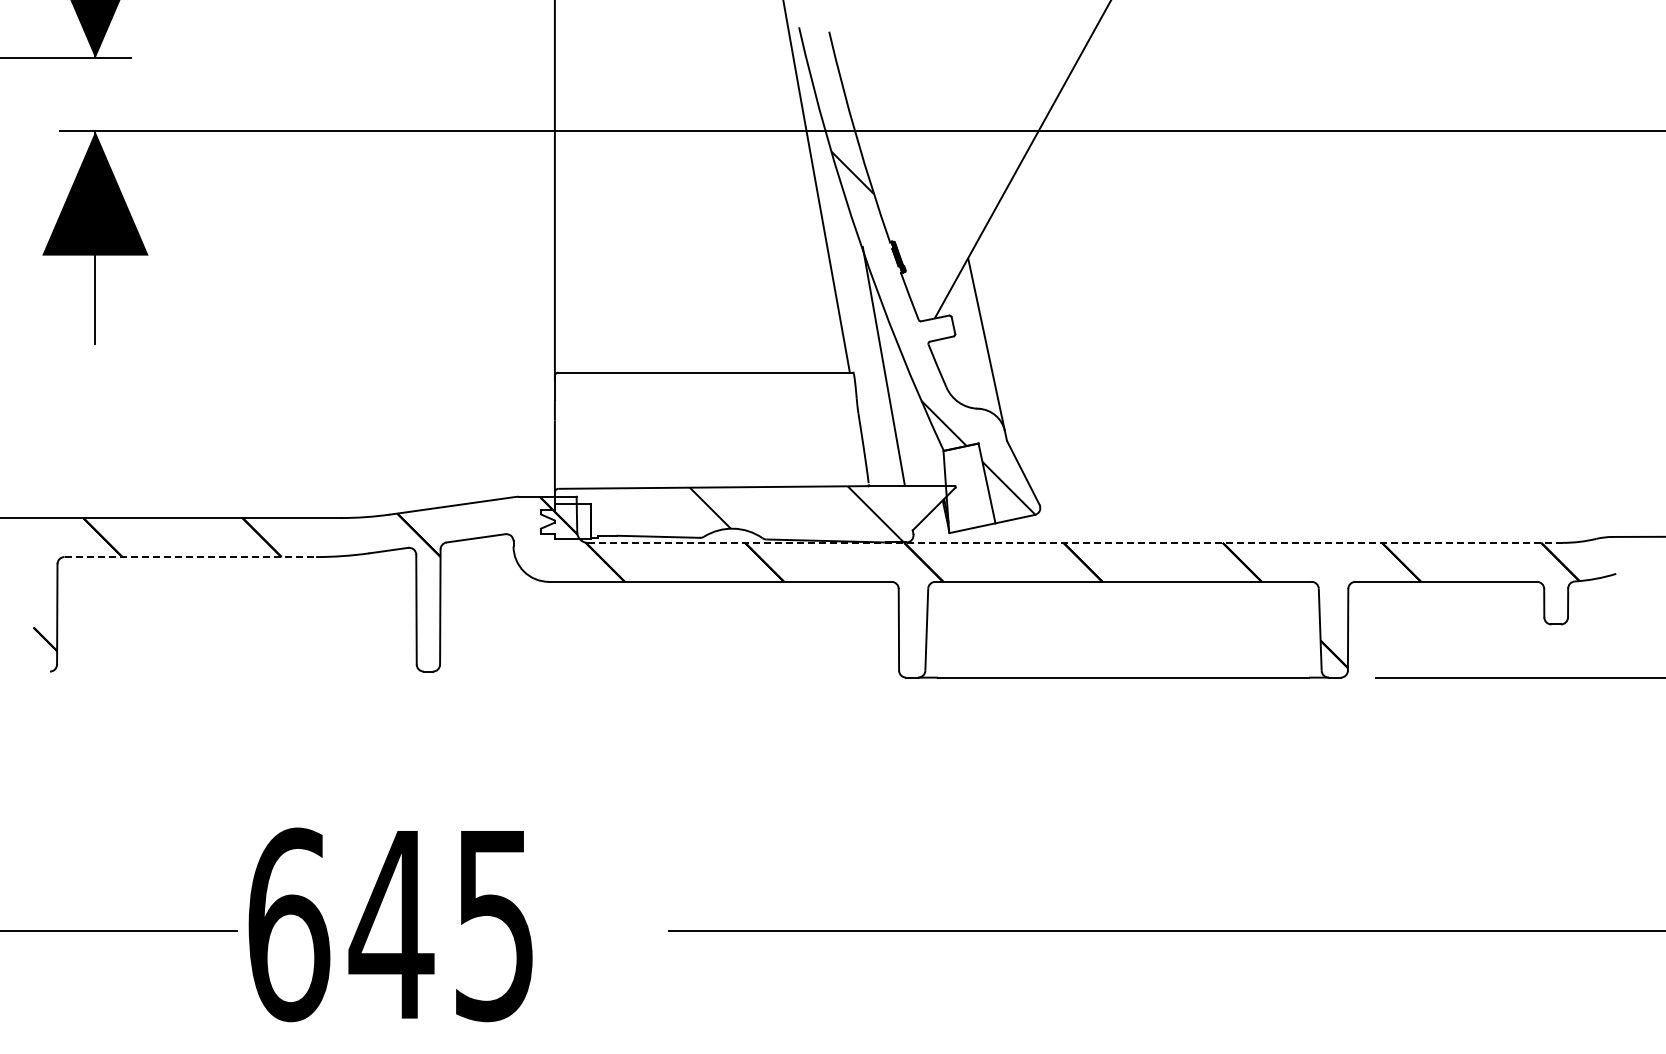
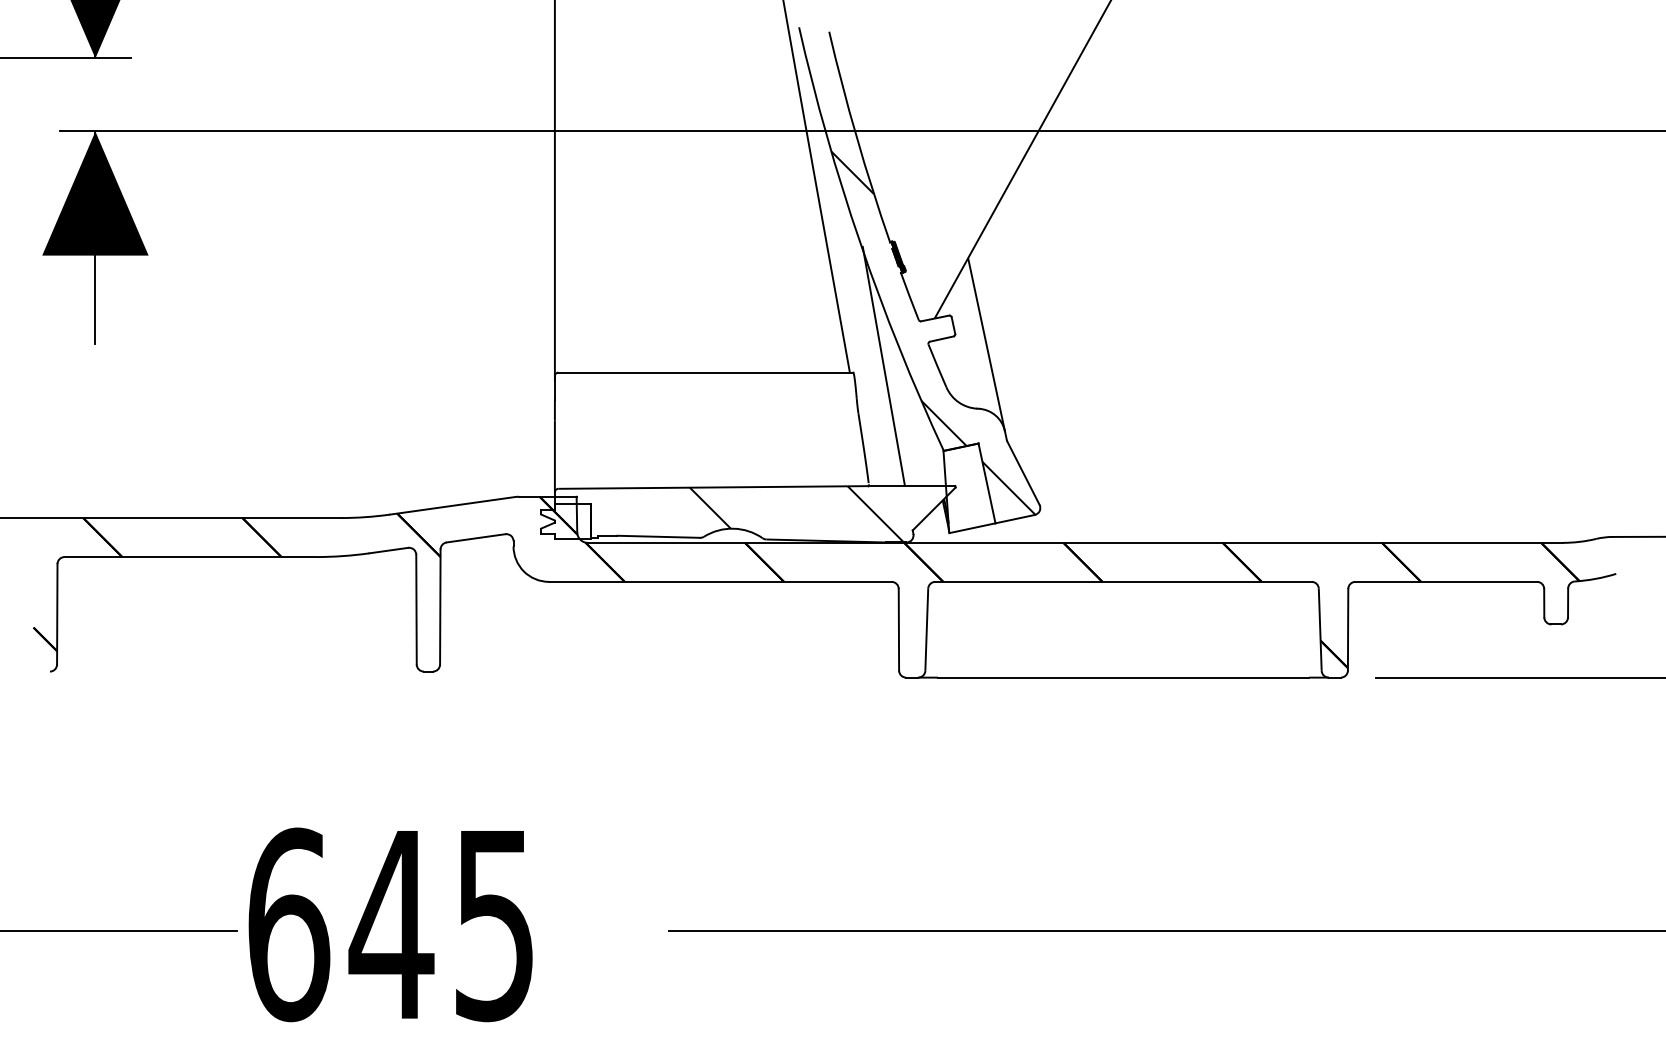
line at (1075, 542): dashed -> solid
line at (190, 557): dashed -> solid
